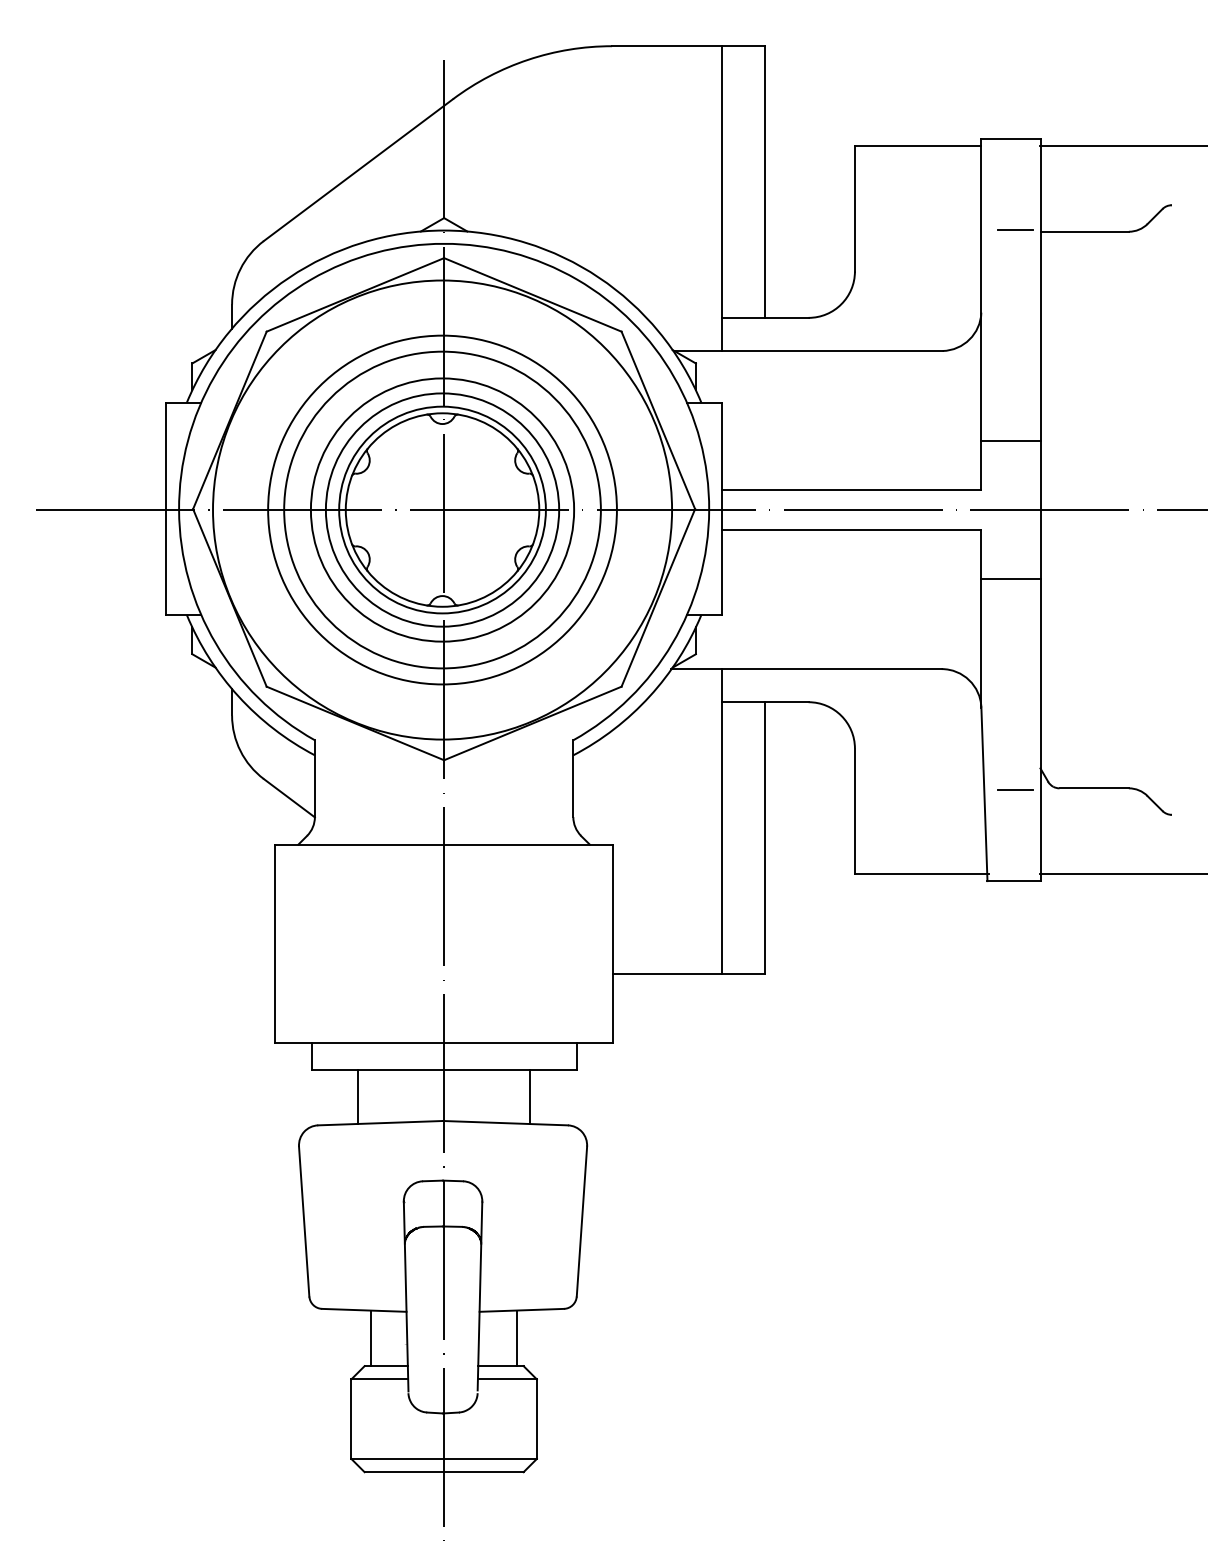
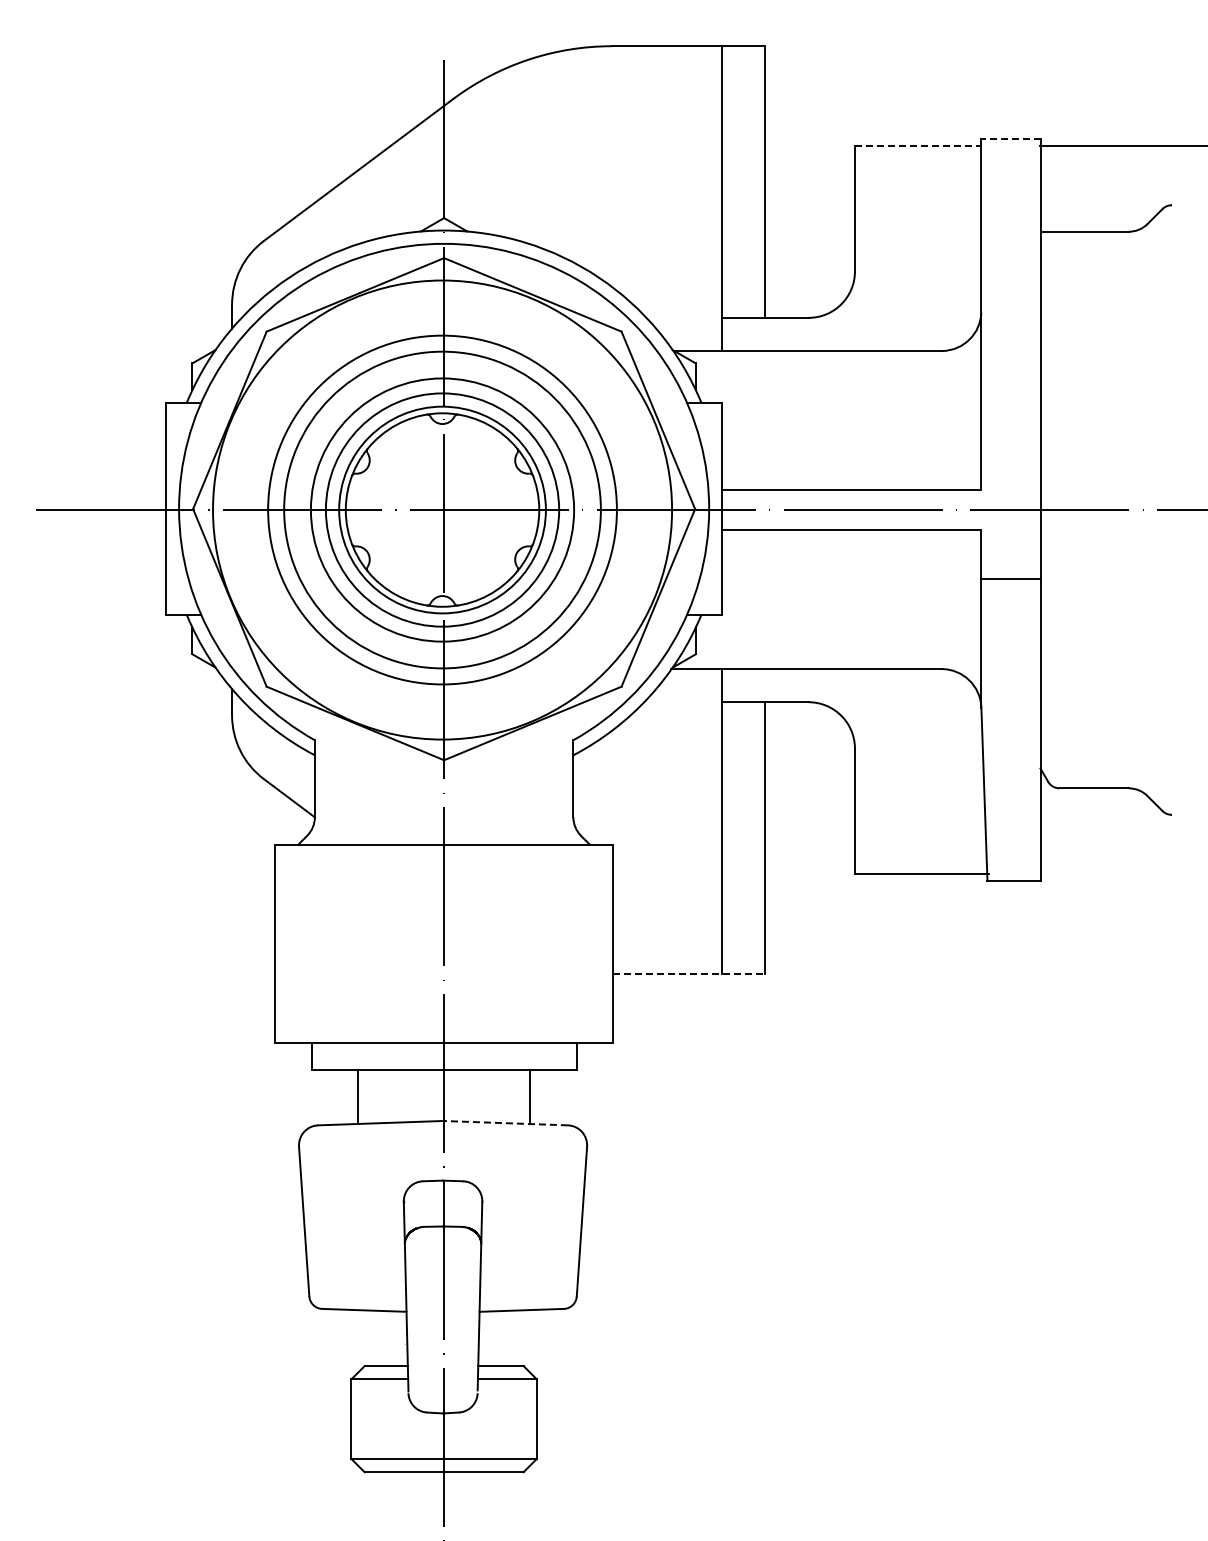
line at (1010, 138): solid -> dashed
line at (918, 145): solid -> dashed
line at (1015, 229): present -> none
line at (1010, 441): present -> none
line at (1015, 790): present -> none
line at (1122, 874): present -> none
line at (688, 973): solid -> dashed
line at (504, 1123): solid -> dashed
line at (371, 1338): present -> none
line at (517, 1338): present -> none
